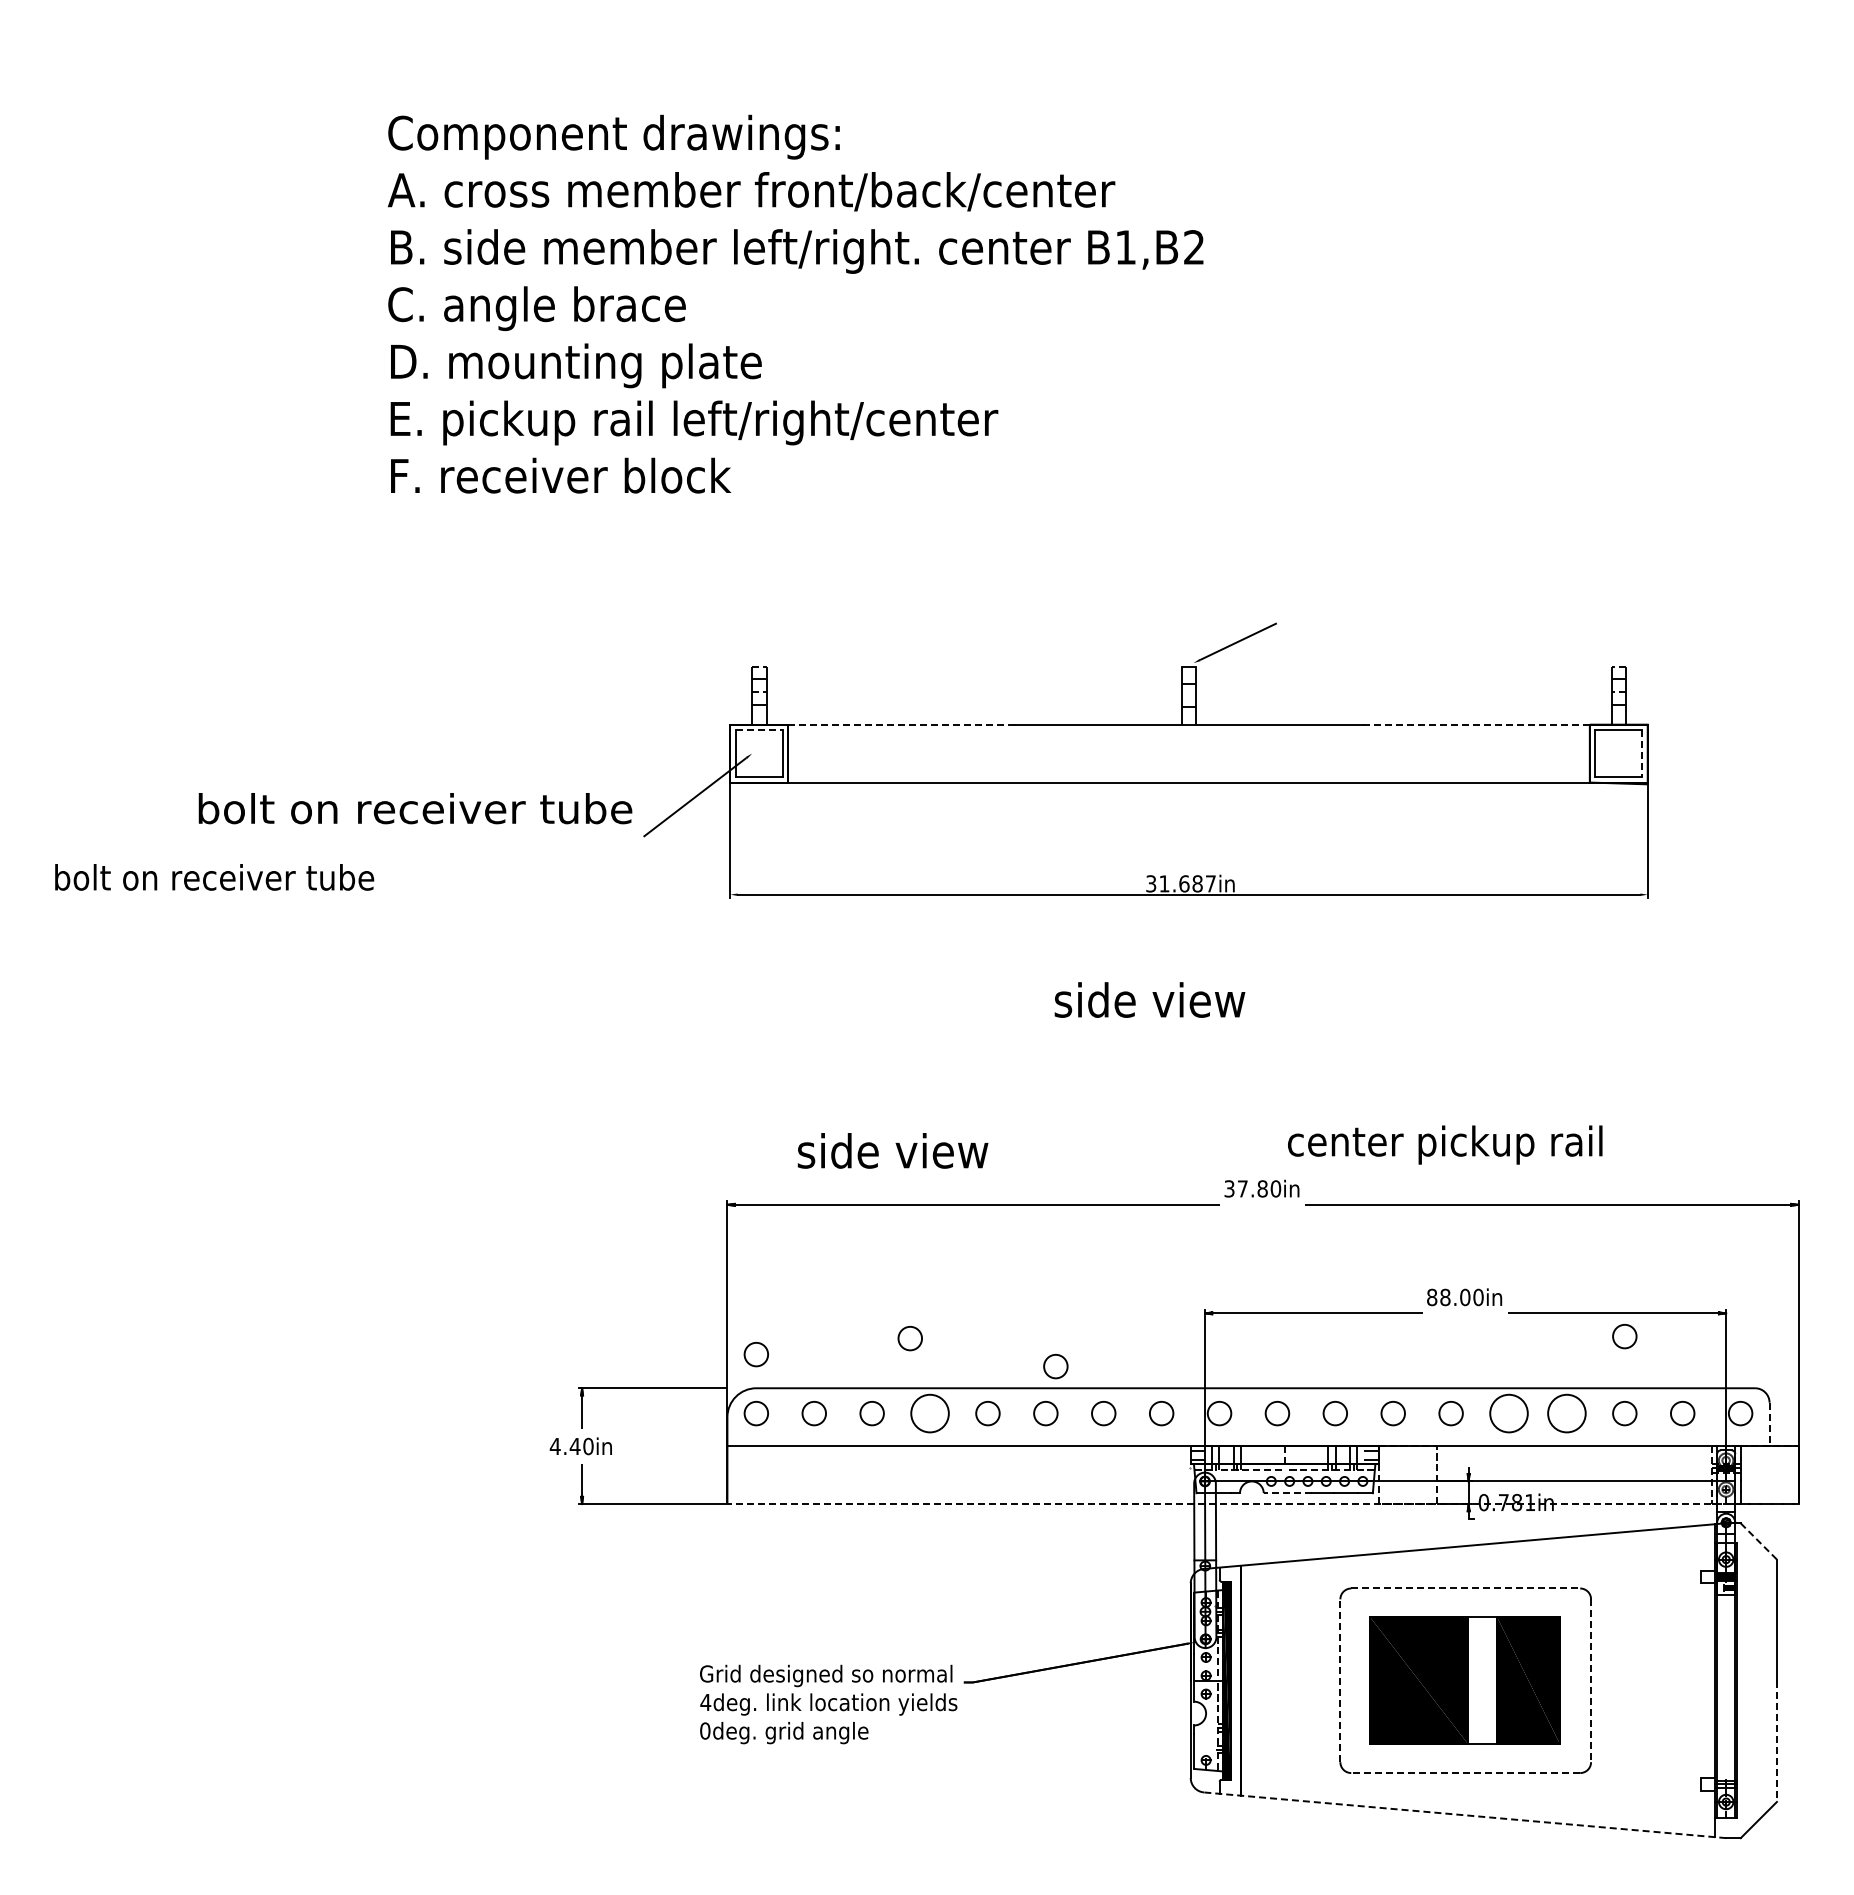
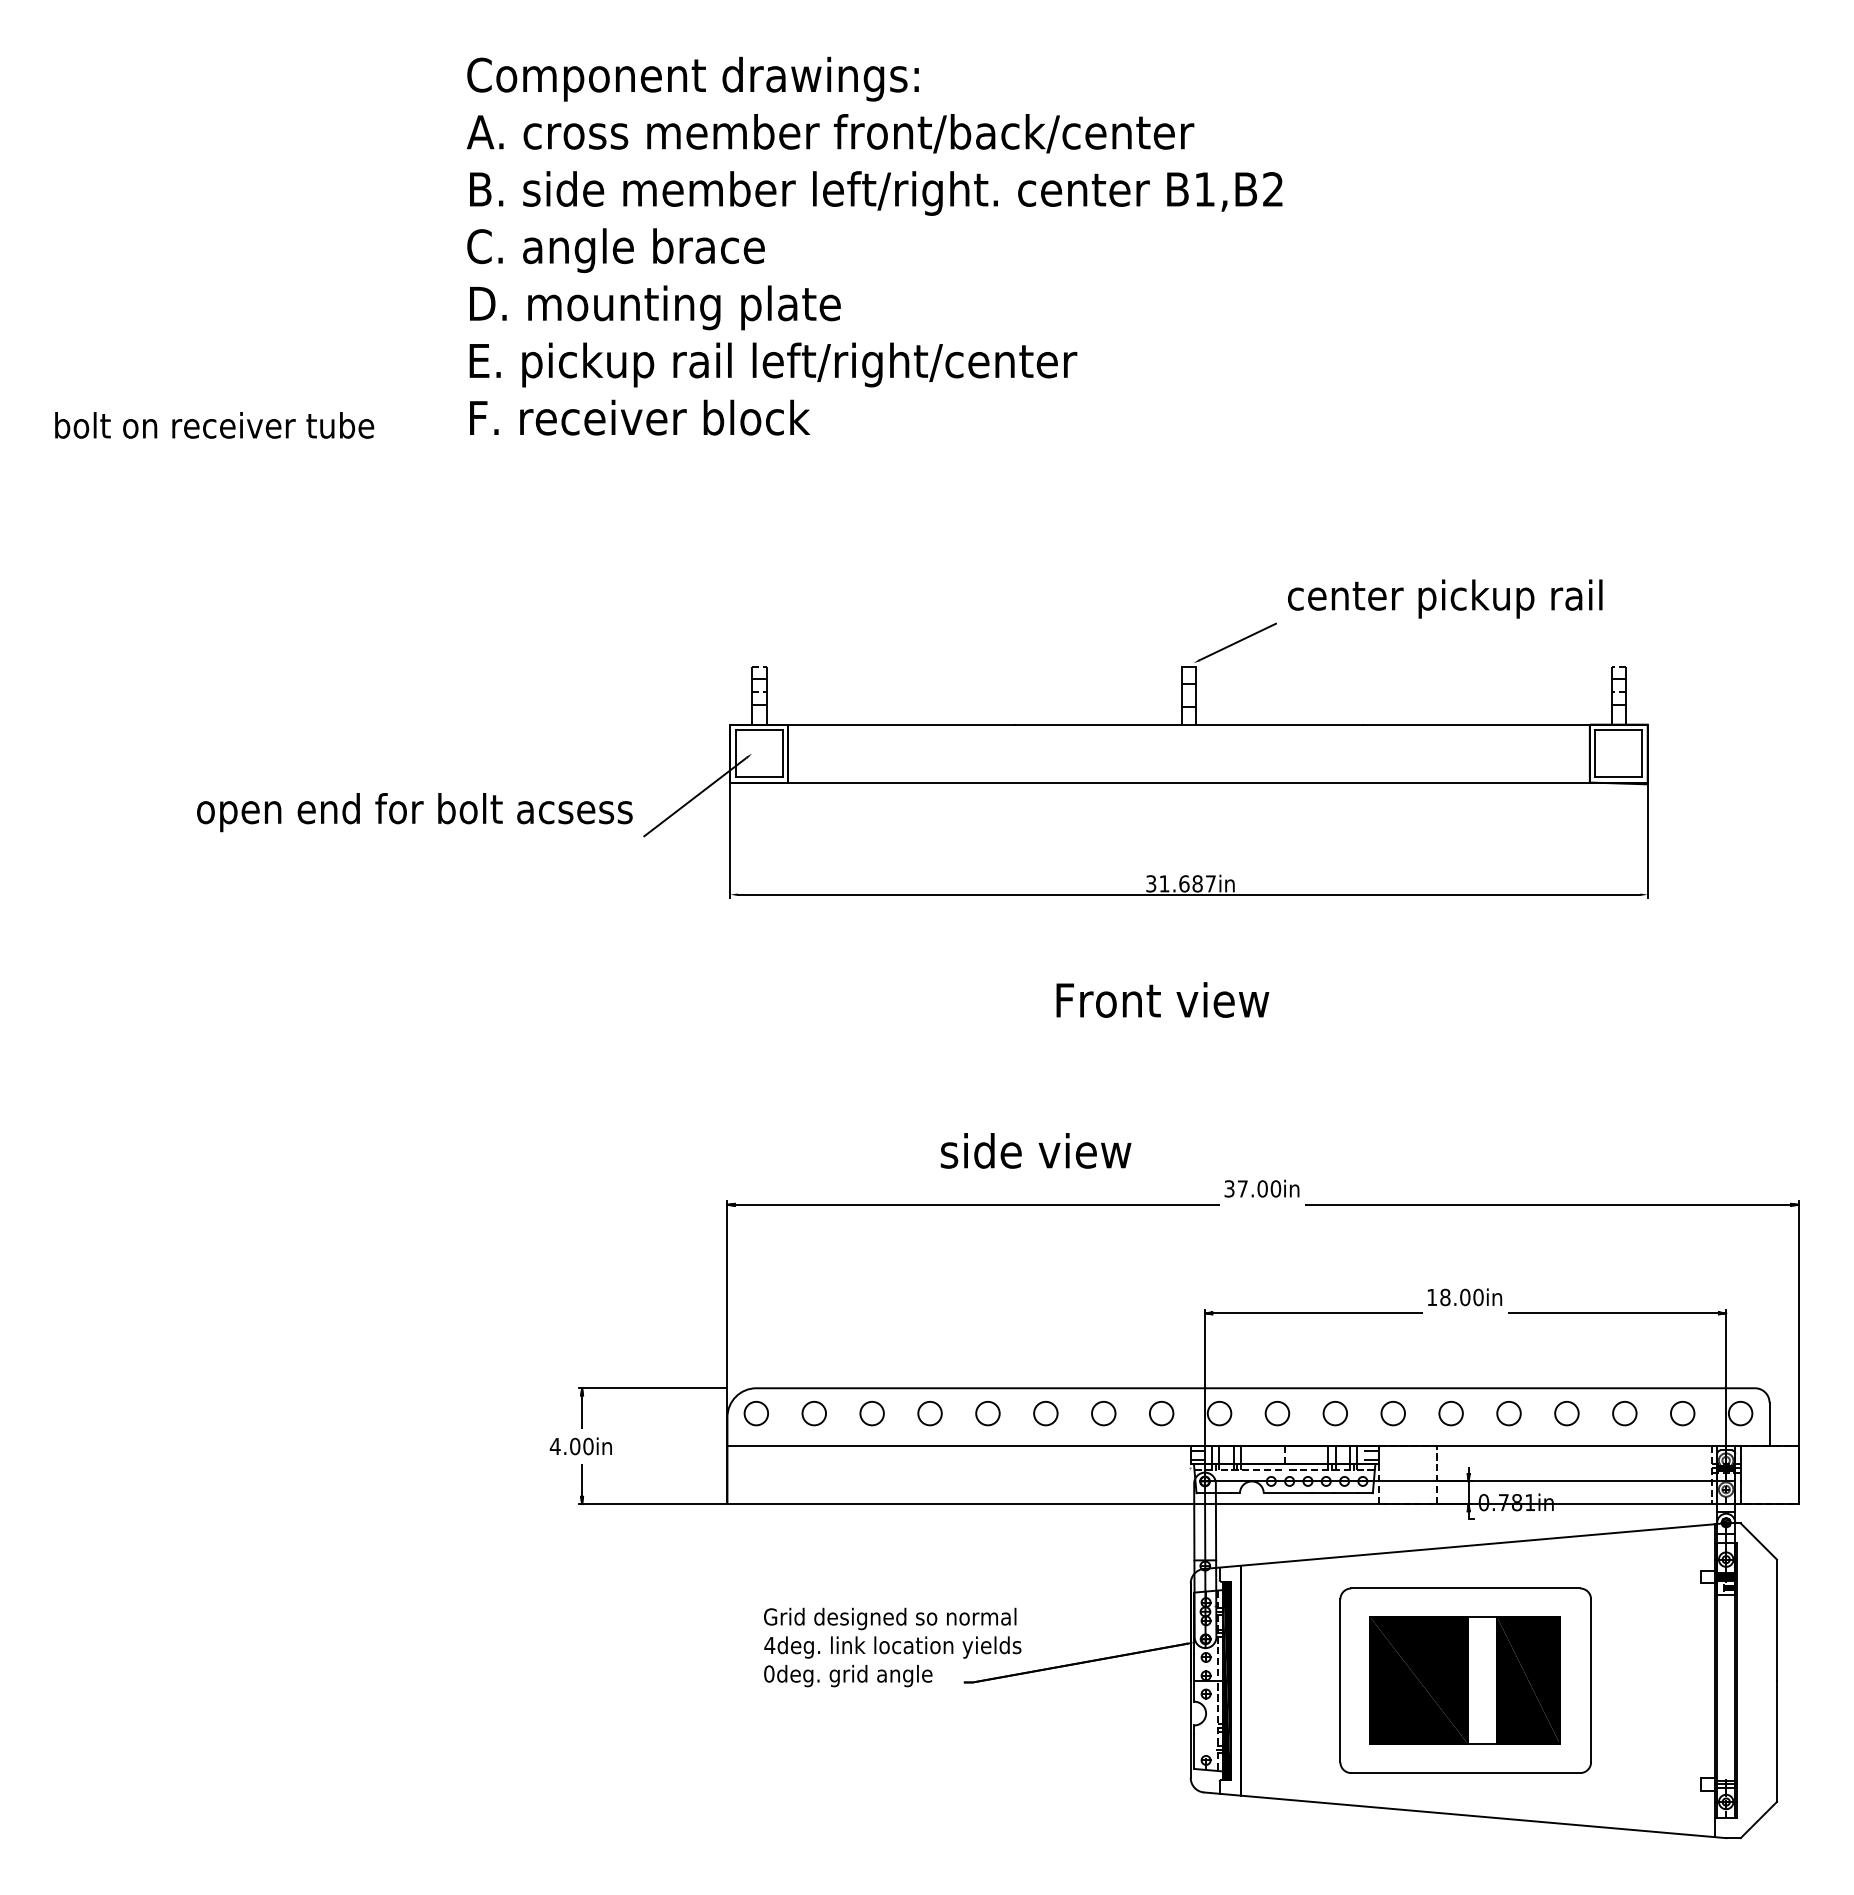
text at (795, 303) position: (795, 303) -> (874, 245)
line at (901, 724): dashed -> solid
line at (1476, 724): dashed -> solid
line at (759, 730): dashed -> solid
line at (1642, 753): dashed -> solid
text at (414, 812): bolt on receiver tube -> open end for bolt acsess
text at (214, 877) position: (214, 877) -> (214, 425)
text at (1161, 999): side view -> Front view
text at (1445, 1144) position: (1445, 1144) -> (1445, 598)
text at (892, 1150) position: (892, 1150) -> (1035, 1150)
text at (1262, 1188): 37.80 -> 37.00
text at (1432, 1297): 88.00 -> 18.00
circle at (1624, 1336): present -> none
circle at (909, 1338): present -> none
circle at (755, 1354): present -> none
circle at (1055, 1366): present -> none
circle at (929, 1413) diameter: 38 px -> 24 px
circle at (1508, 1413) diameter: 38 px -> 24 px
circle at (1566, 1413) diameter: 38 px -> 24 px
line at (1769, 1424): dashed -> solid
text at (574, 1446): 4.40 -> 4.00
line at (1287, 1493): dashed -> solid
line at (1262, 1504): dashed -> solid
line at (1758, 1541): dashed -> solid
line at (1466, 1588): dashed -> solid
line at (1340, 1680): dashed -> solid
line at (1591, 1681): dashed -> solid
text at (828, 1704) position: (828, 1704) -> (892, 1647)
line at (1776, 1741): dashed -> solid
line at (1465, 1773): dashed -> solid
line at (1464, 1815): dashed -> solid
